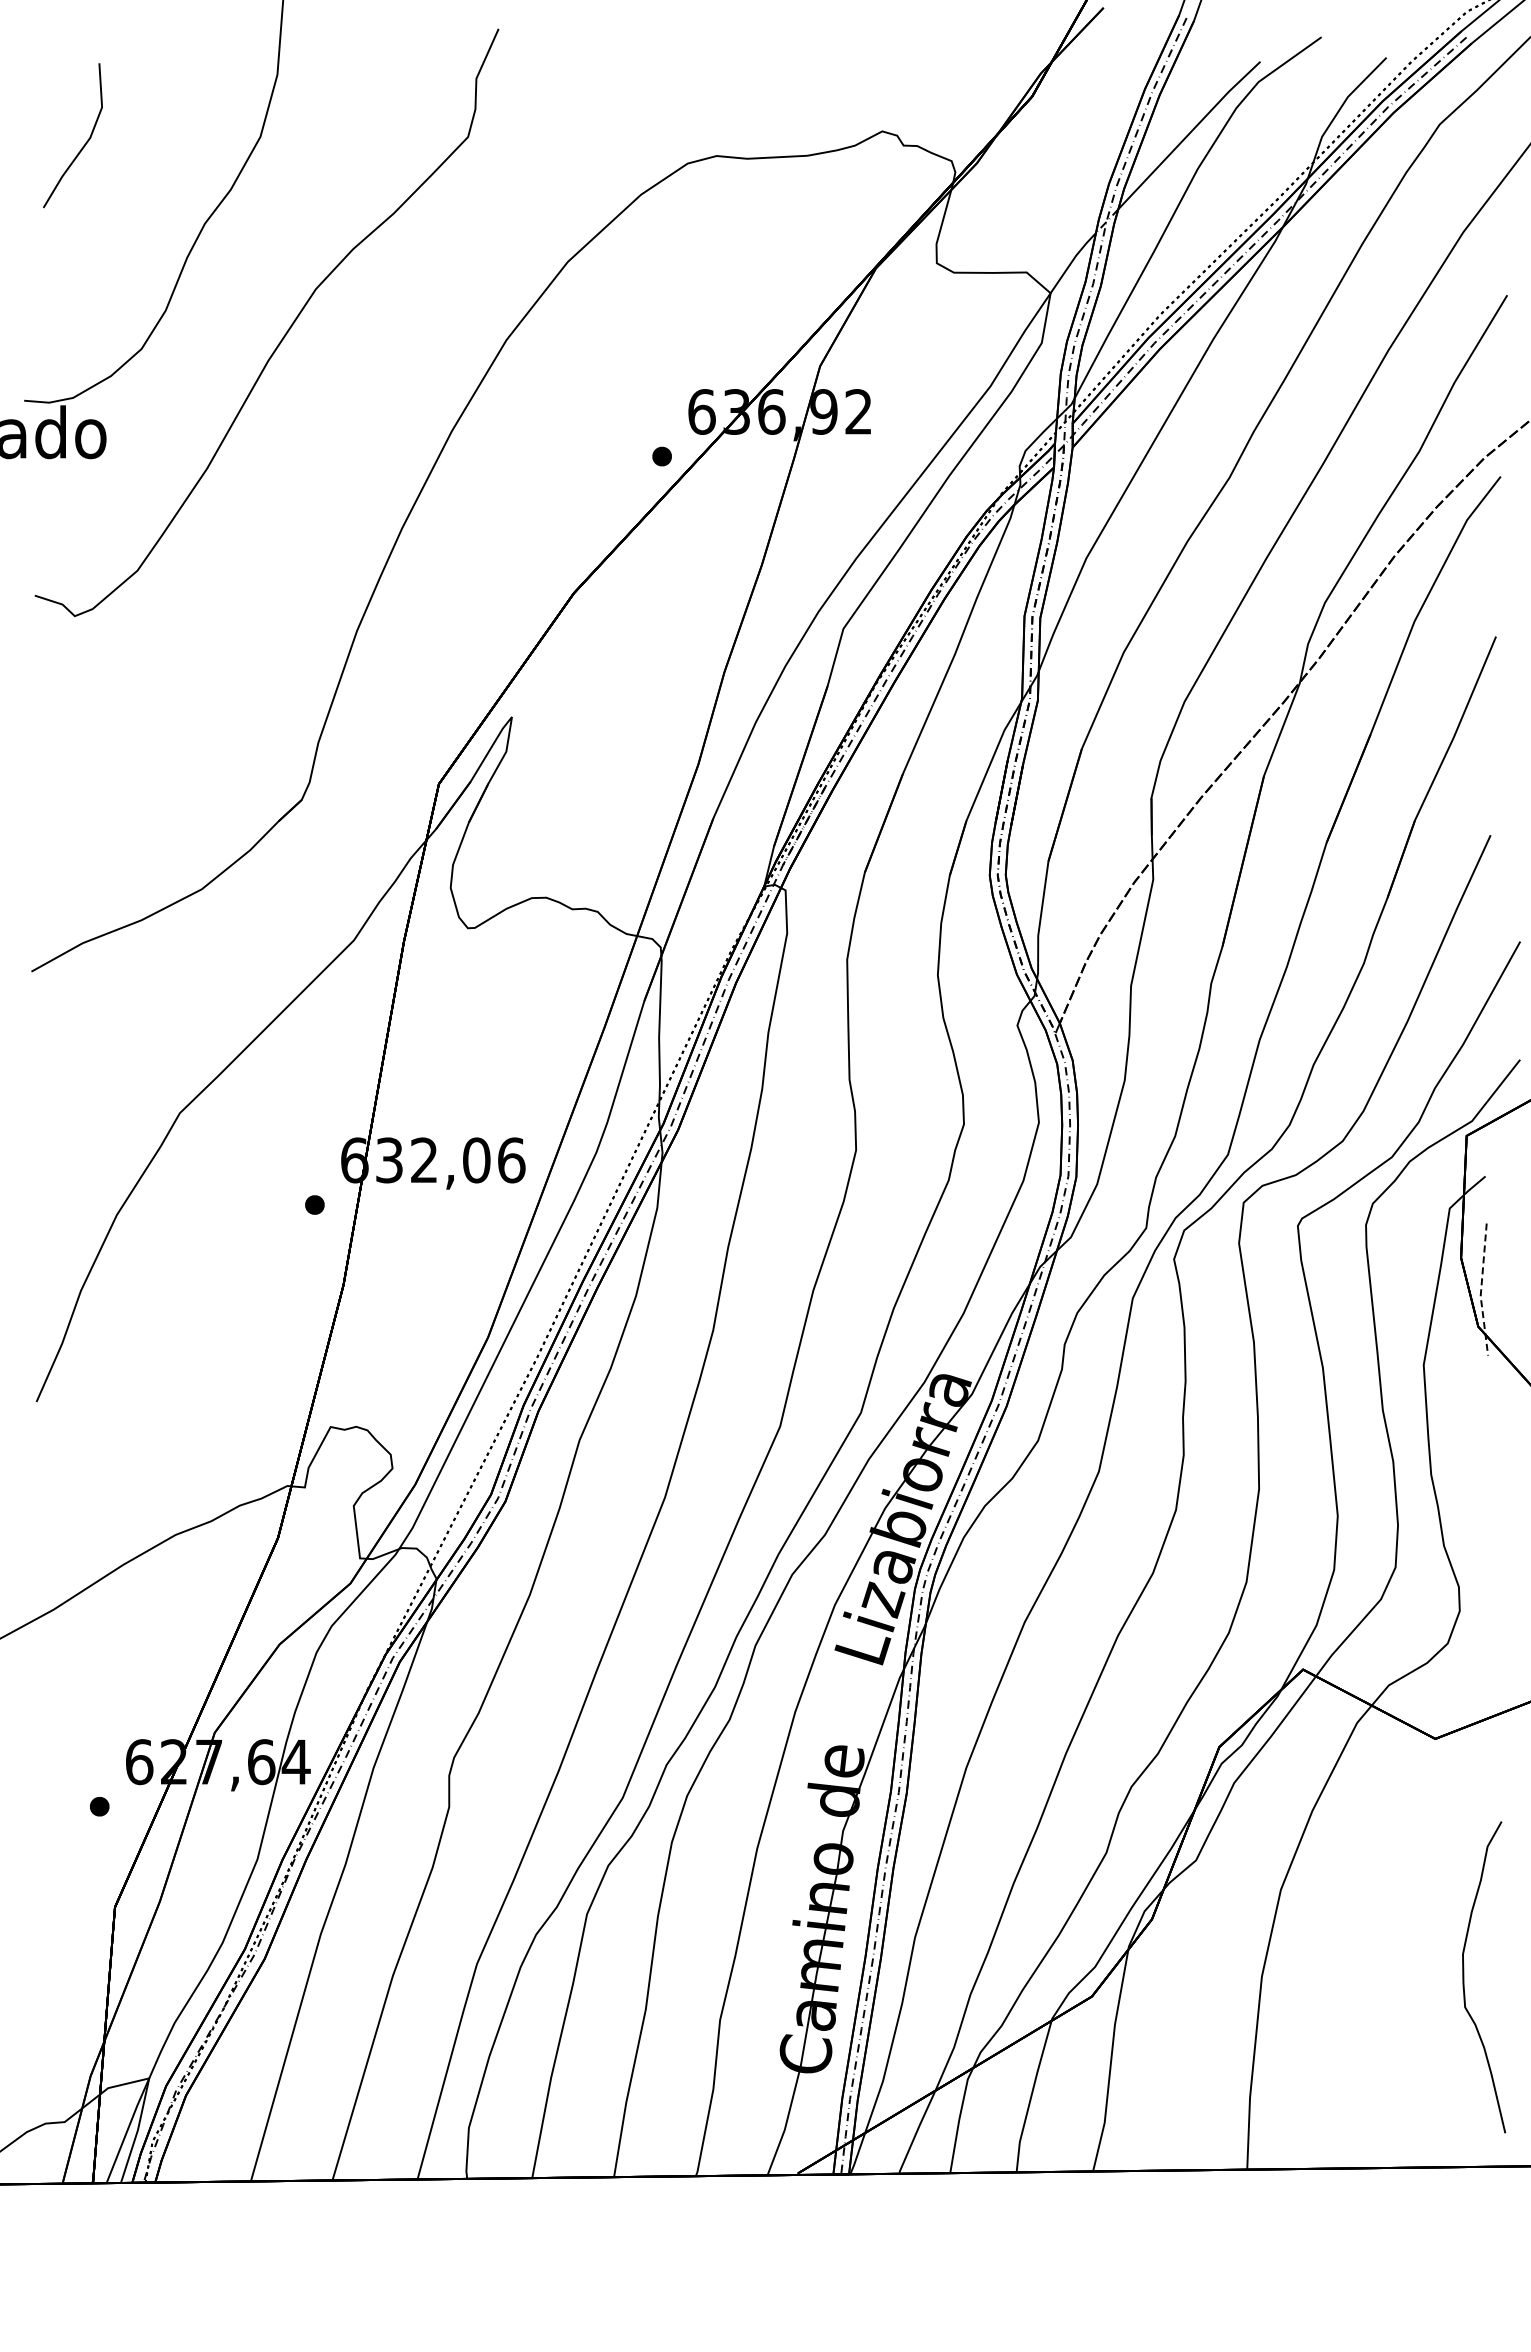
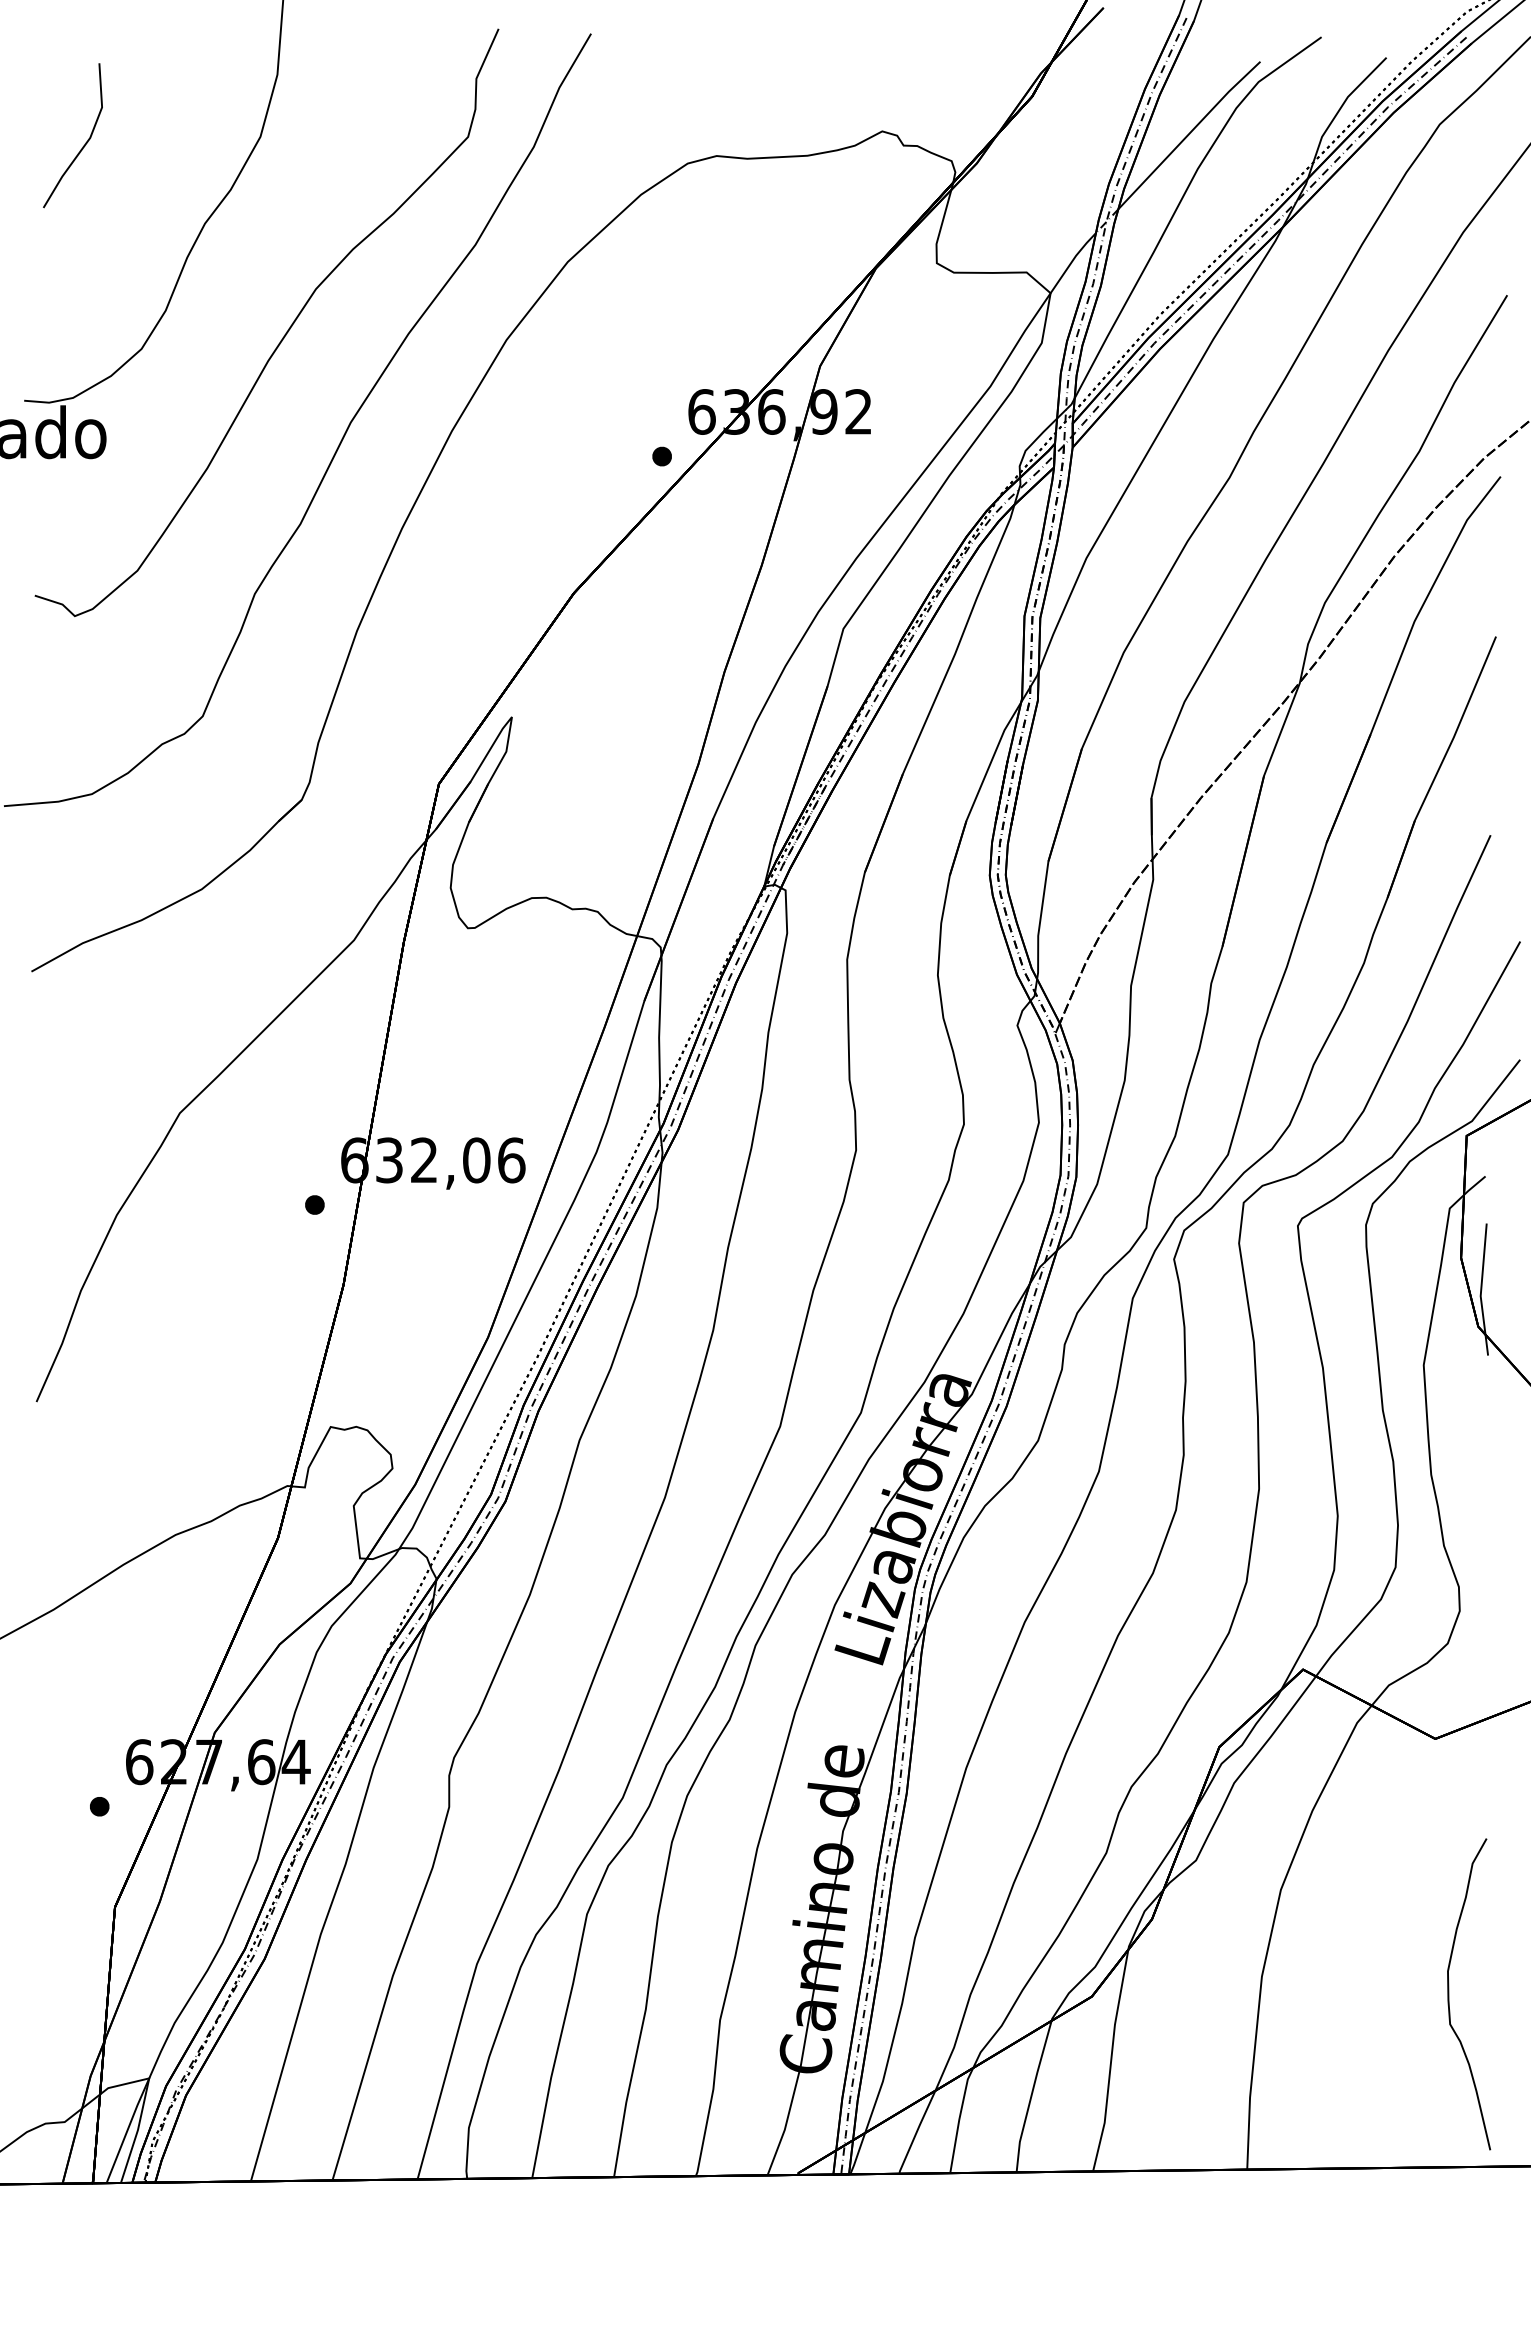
curve at (340, 440): none -> present
line at (1481, 1290): dashed -> solid
curve at (1464, 1977) position: (1464, 1977) -> (1449, 1994)
